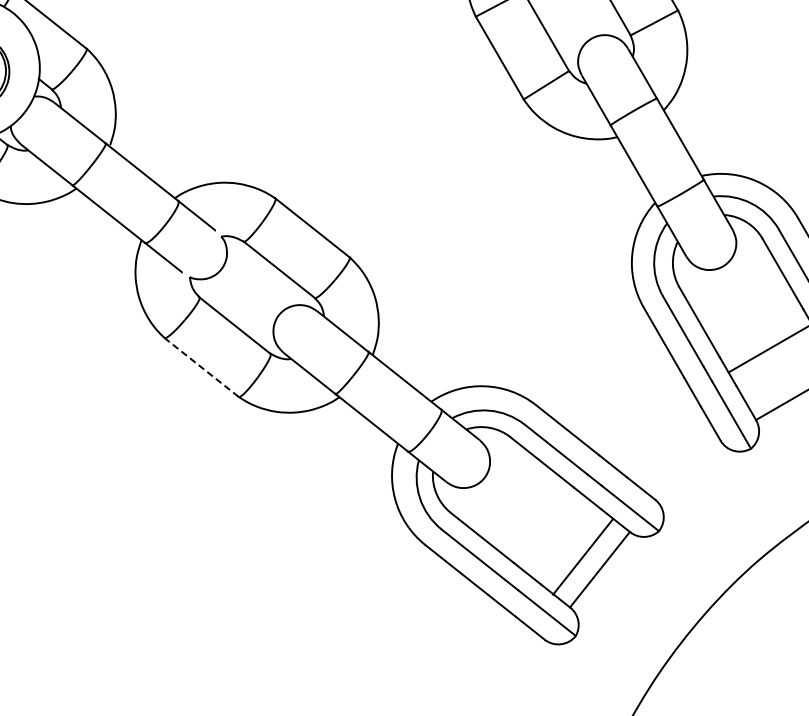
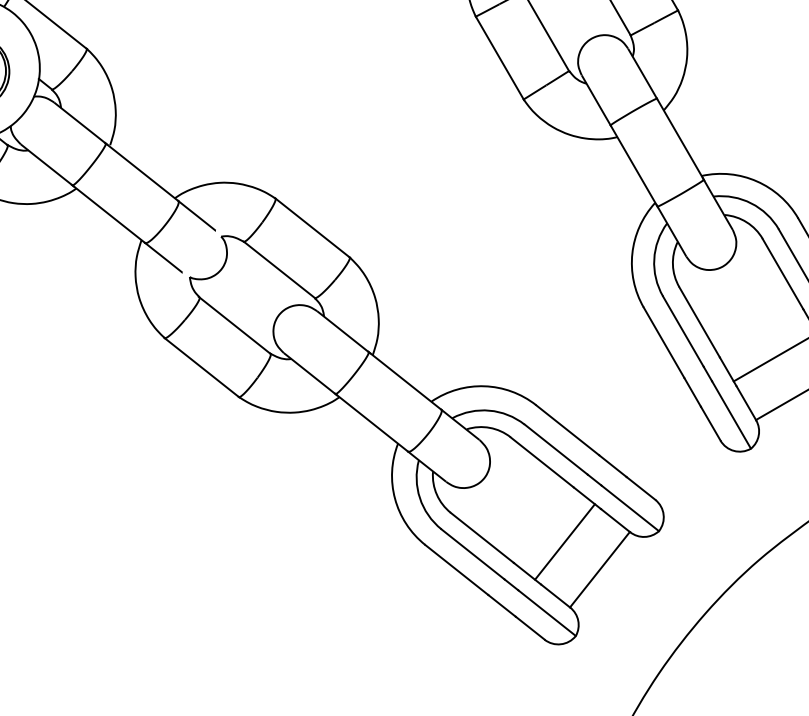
line at (766, 350) position: (766, 350) -> (769, 360)
line at (201, 367): dashed -> solid
line at (582, 556) position: (582, 556) -> (564, 541)
